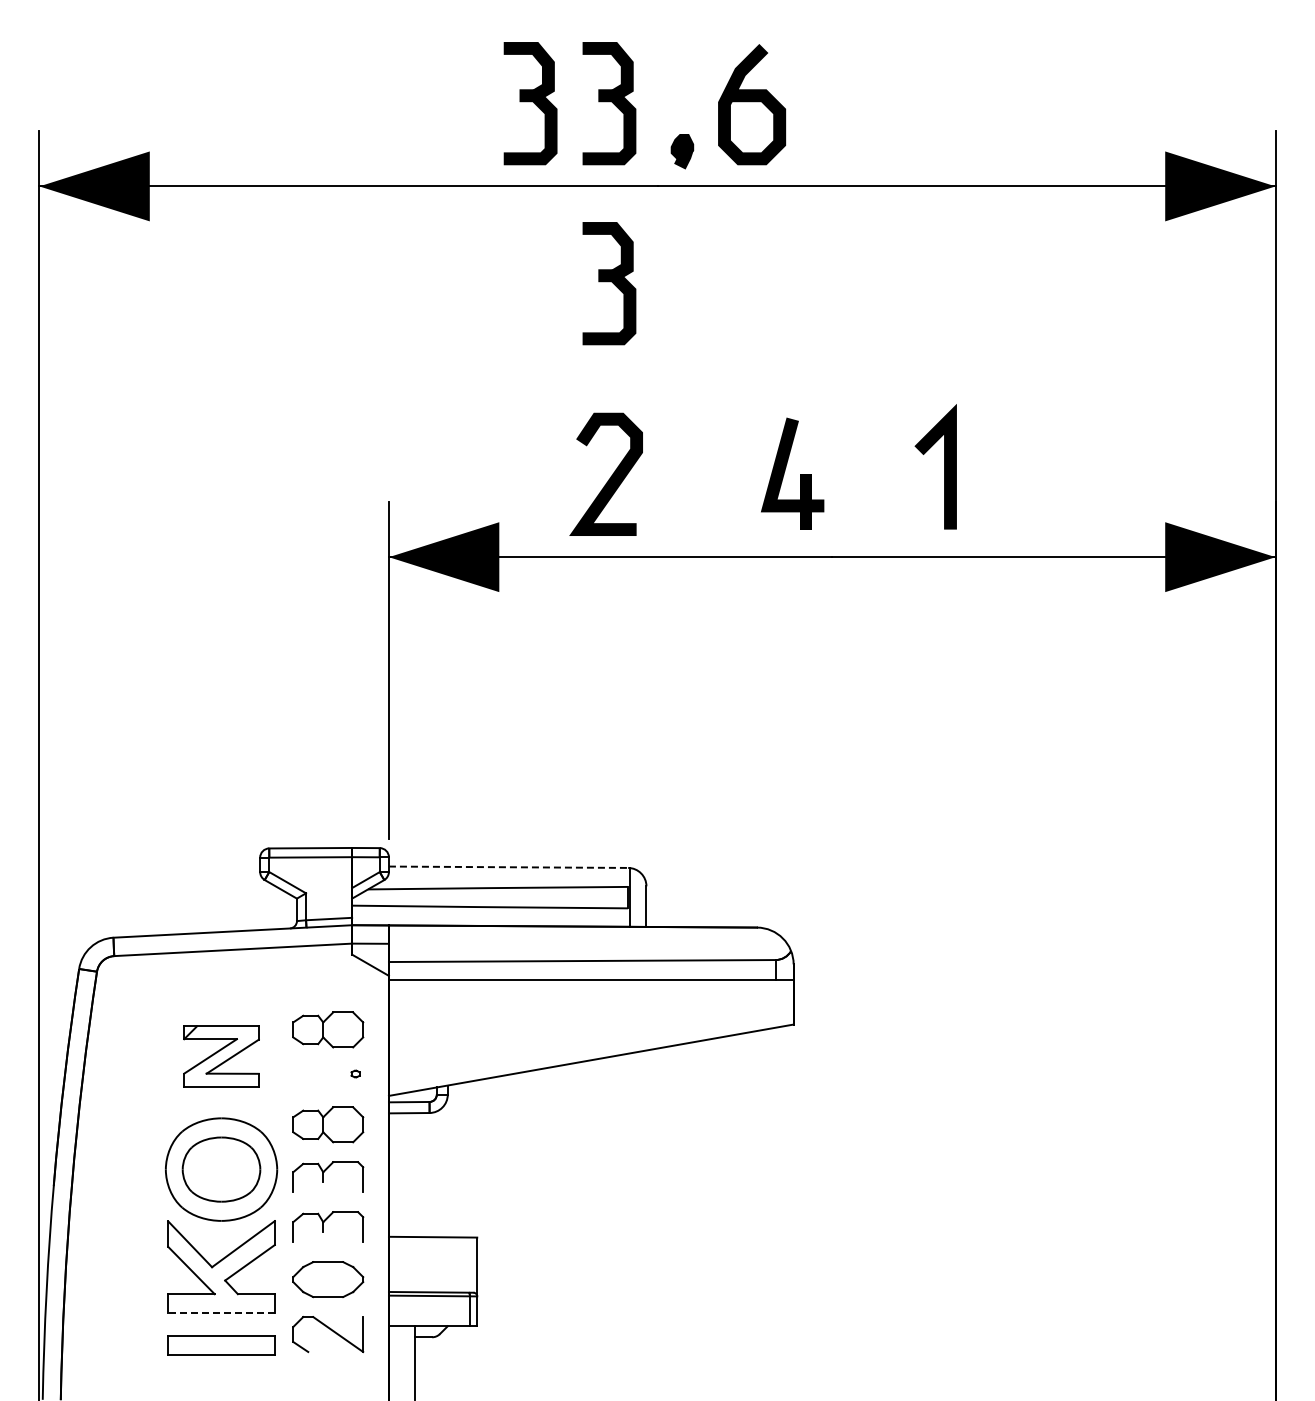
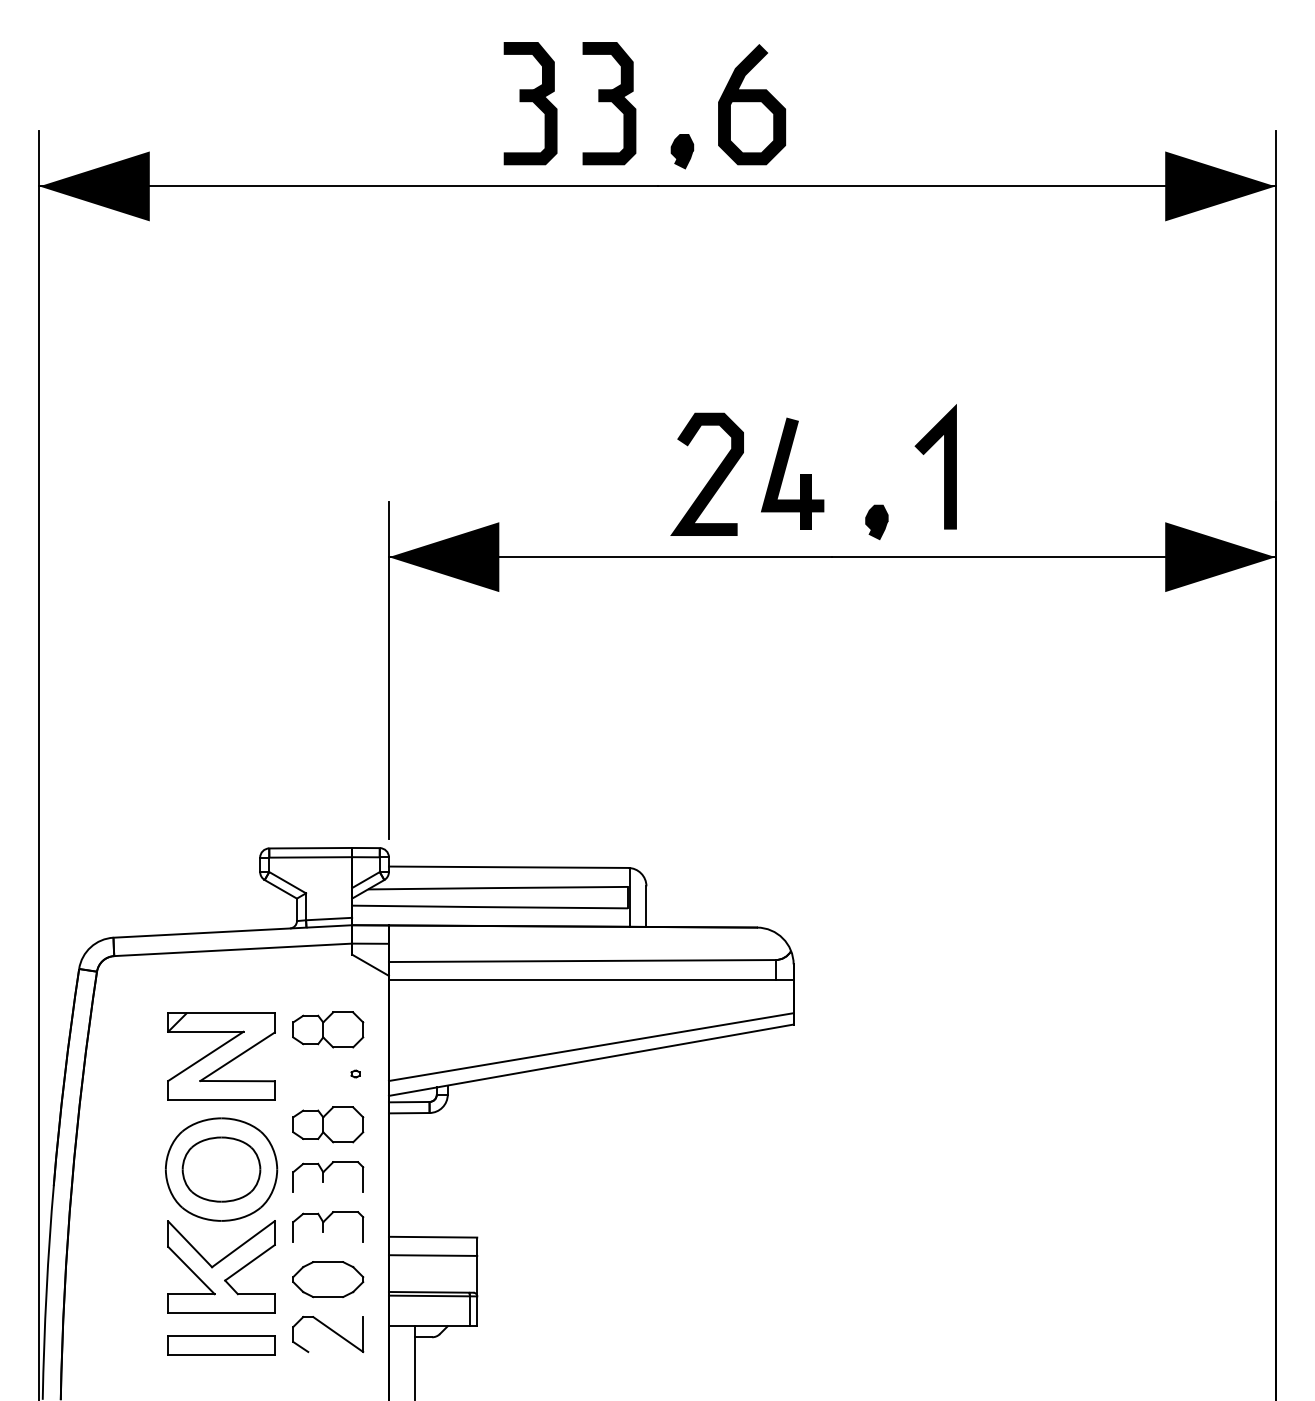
part at (609, 283): present -> none
curve at (610, 476) position: (610, 476) -> (711, 476)
part at (876, 522): none -> present
line at (508, 867): dashed -> solid
line at (590, 1047): none -> present
part at (221, 1056) size: 77x63 px -> 109x89 px
line at (432, 1255): none -> present
line at (221, 1313): dashed -> solid
